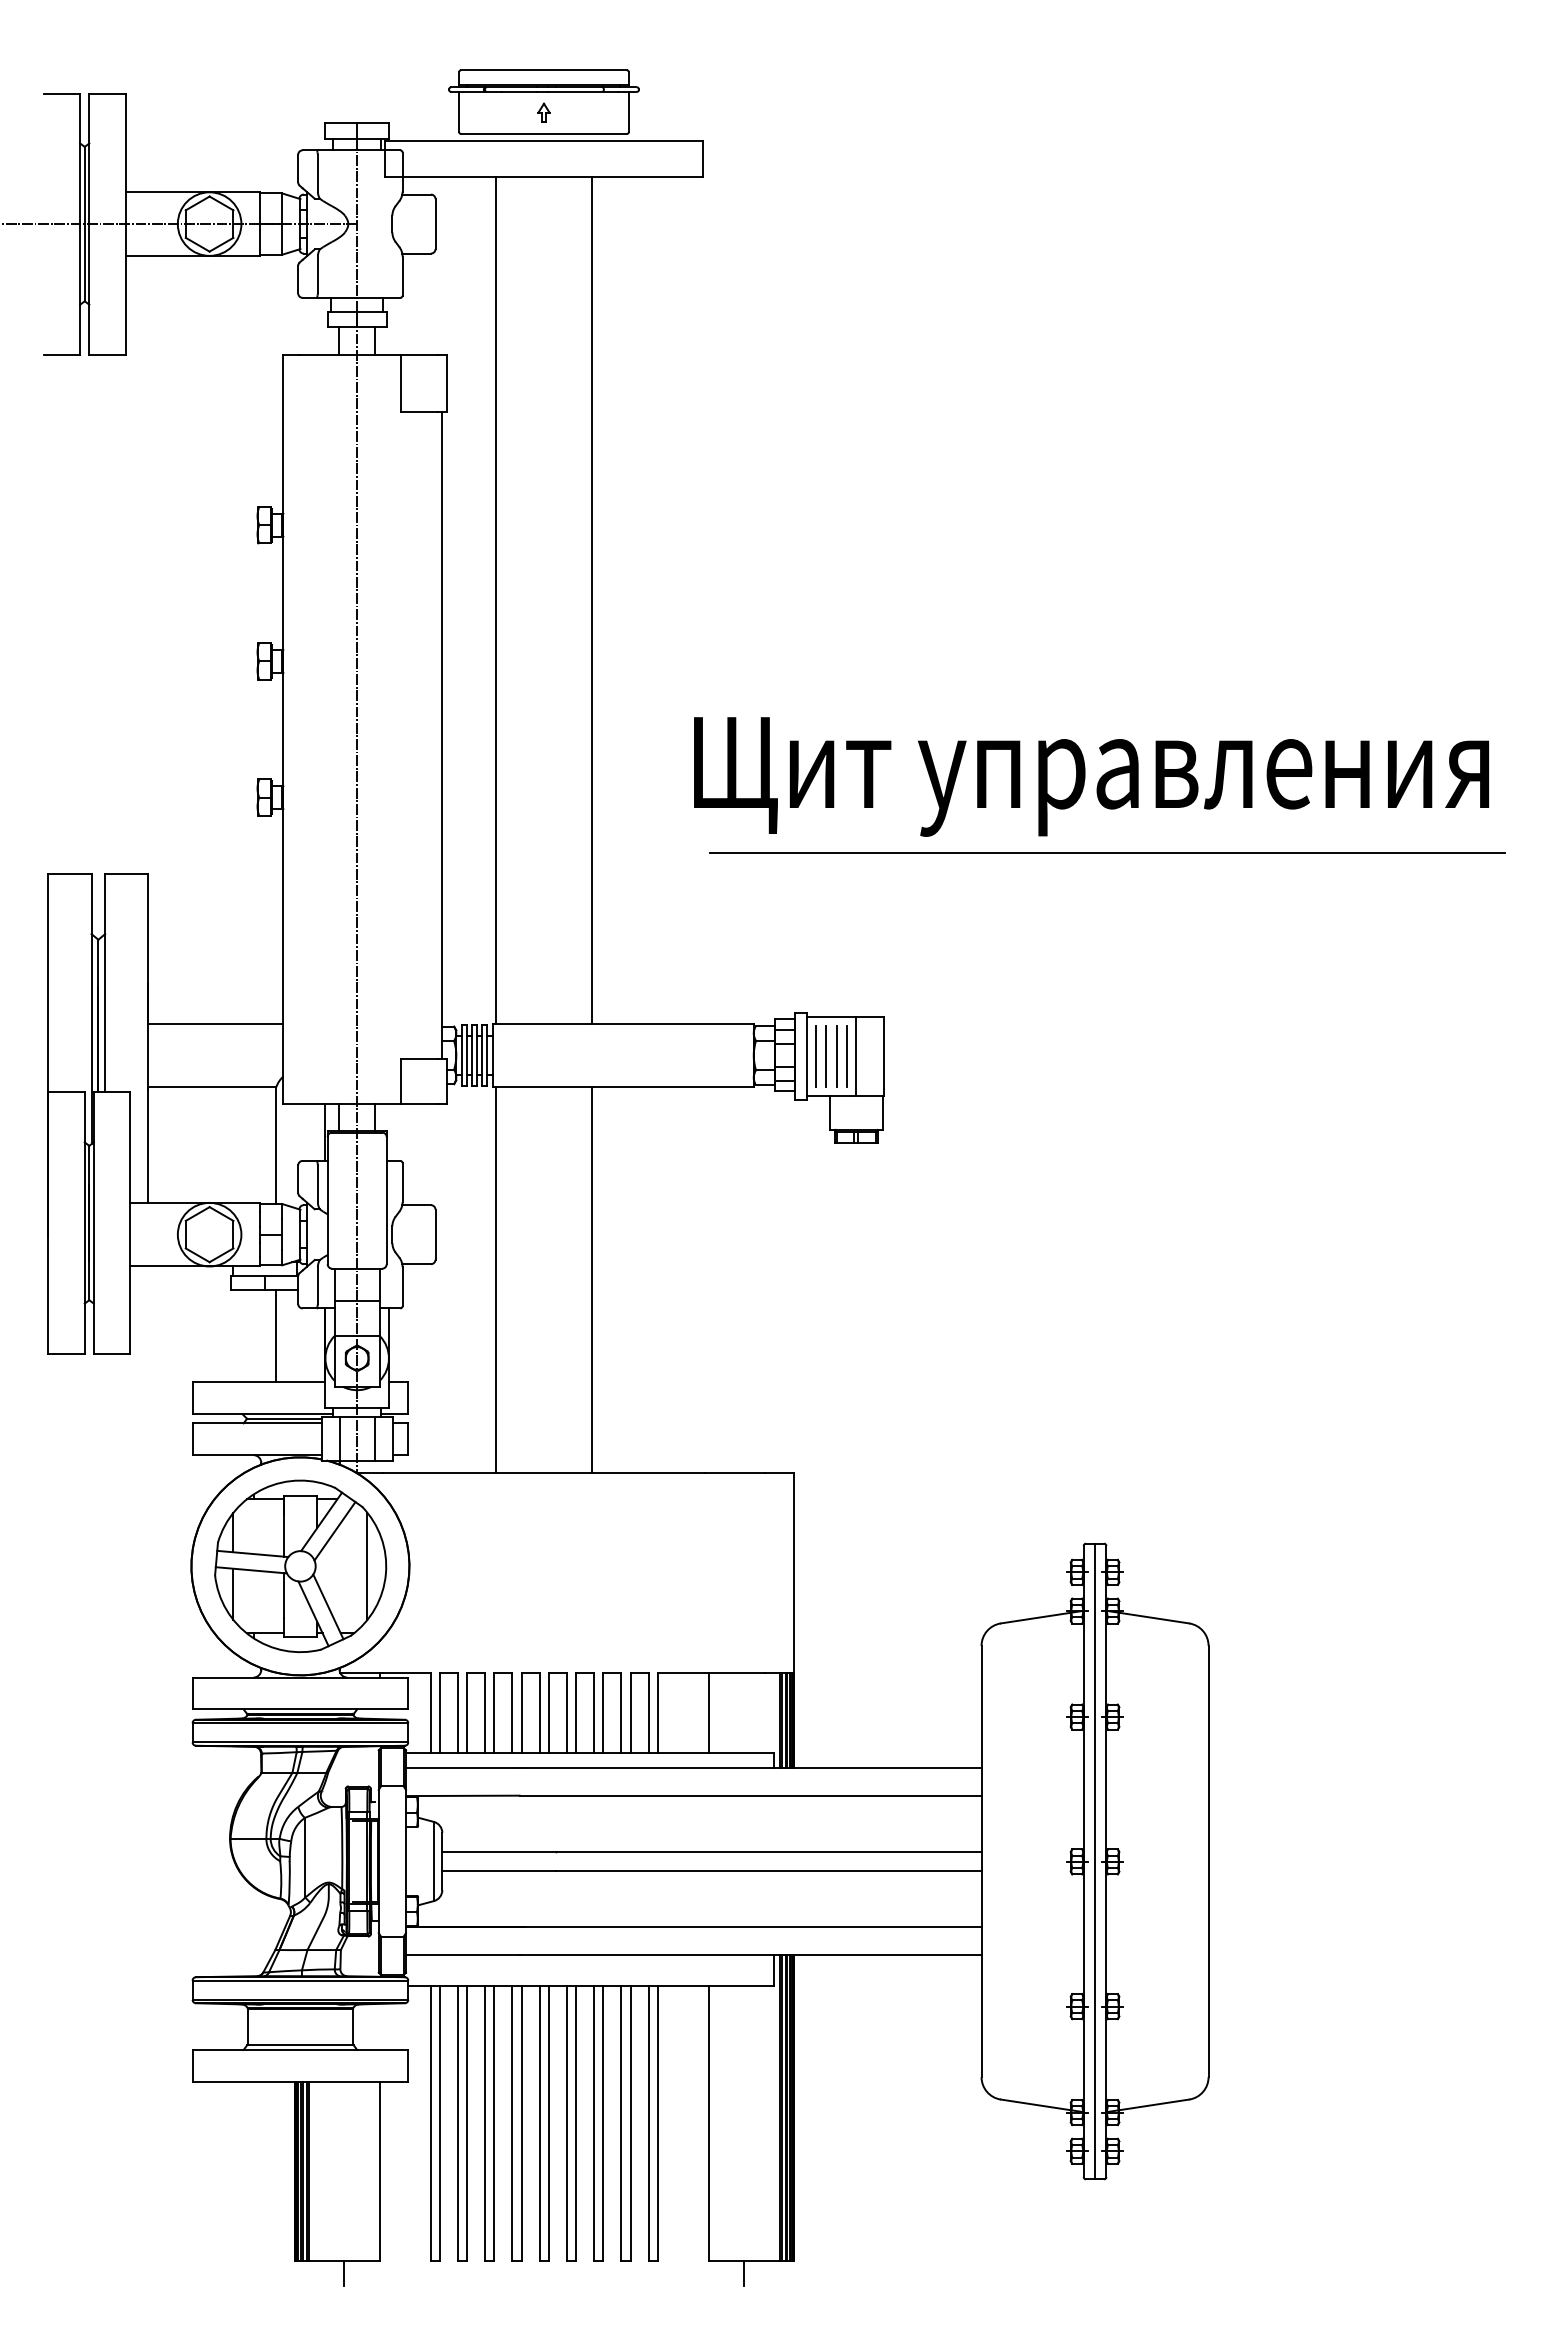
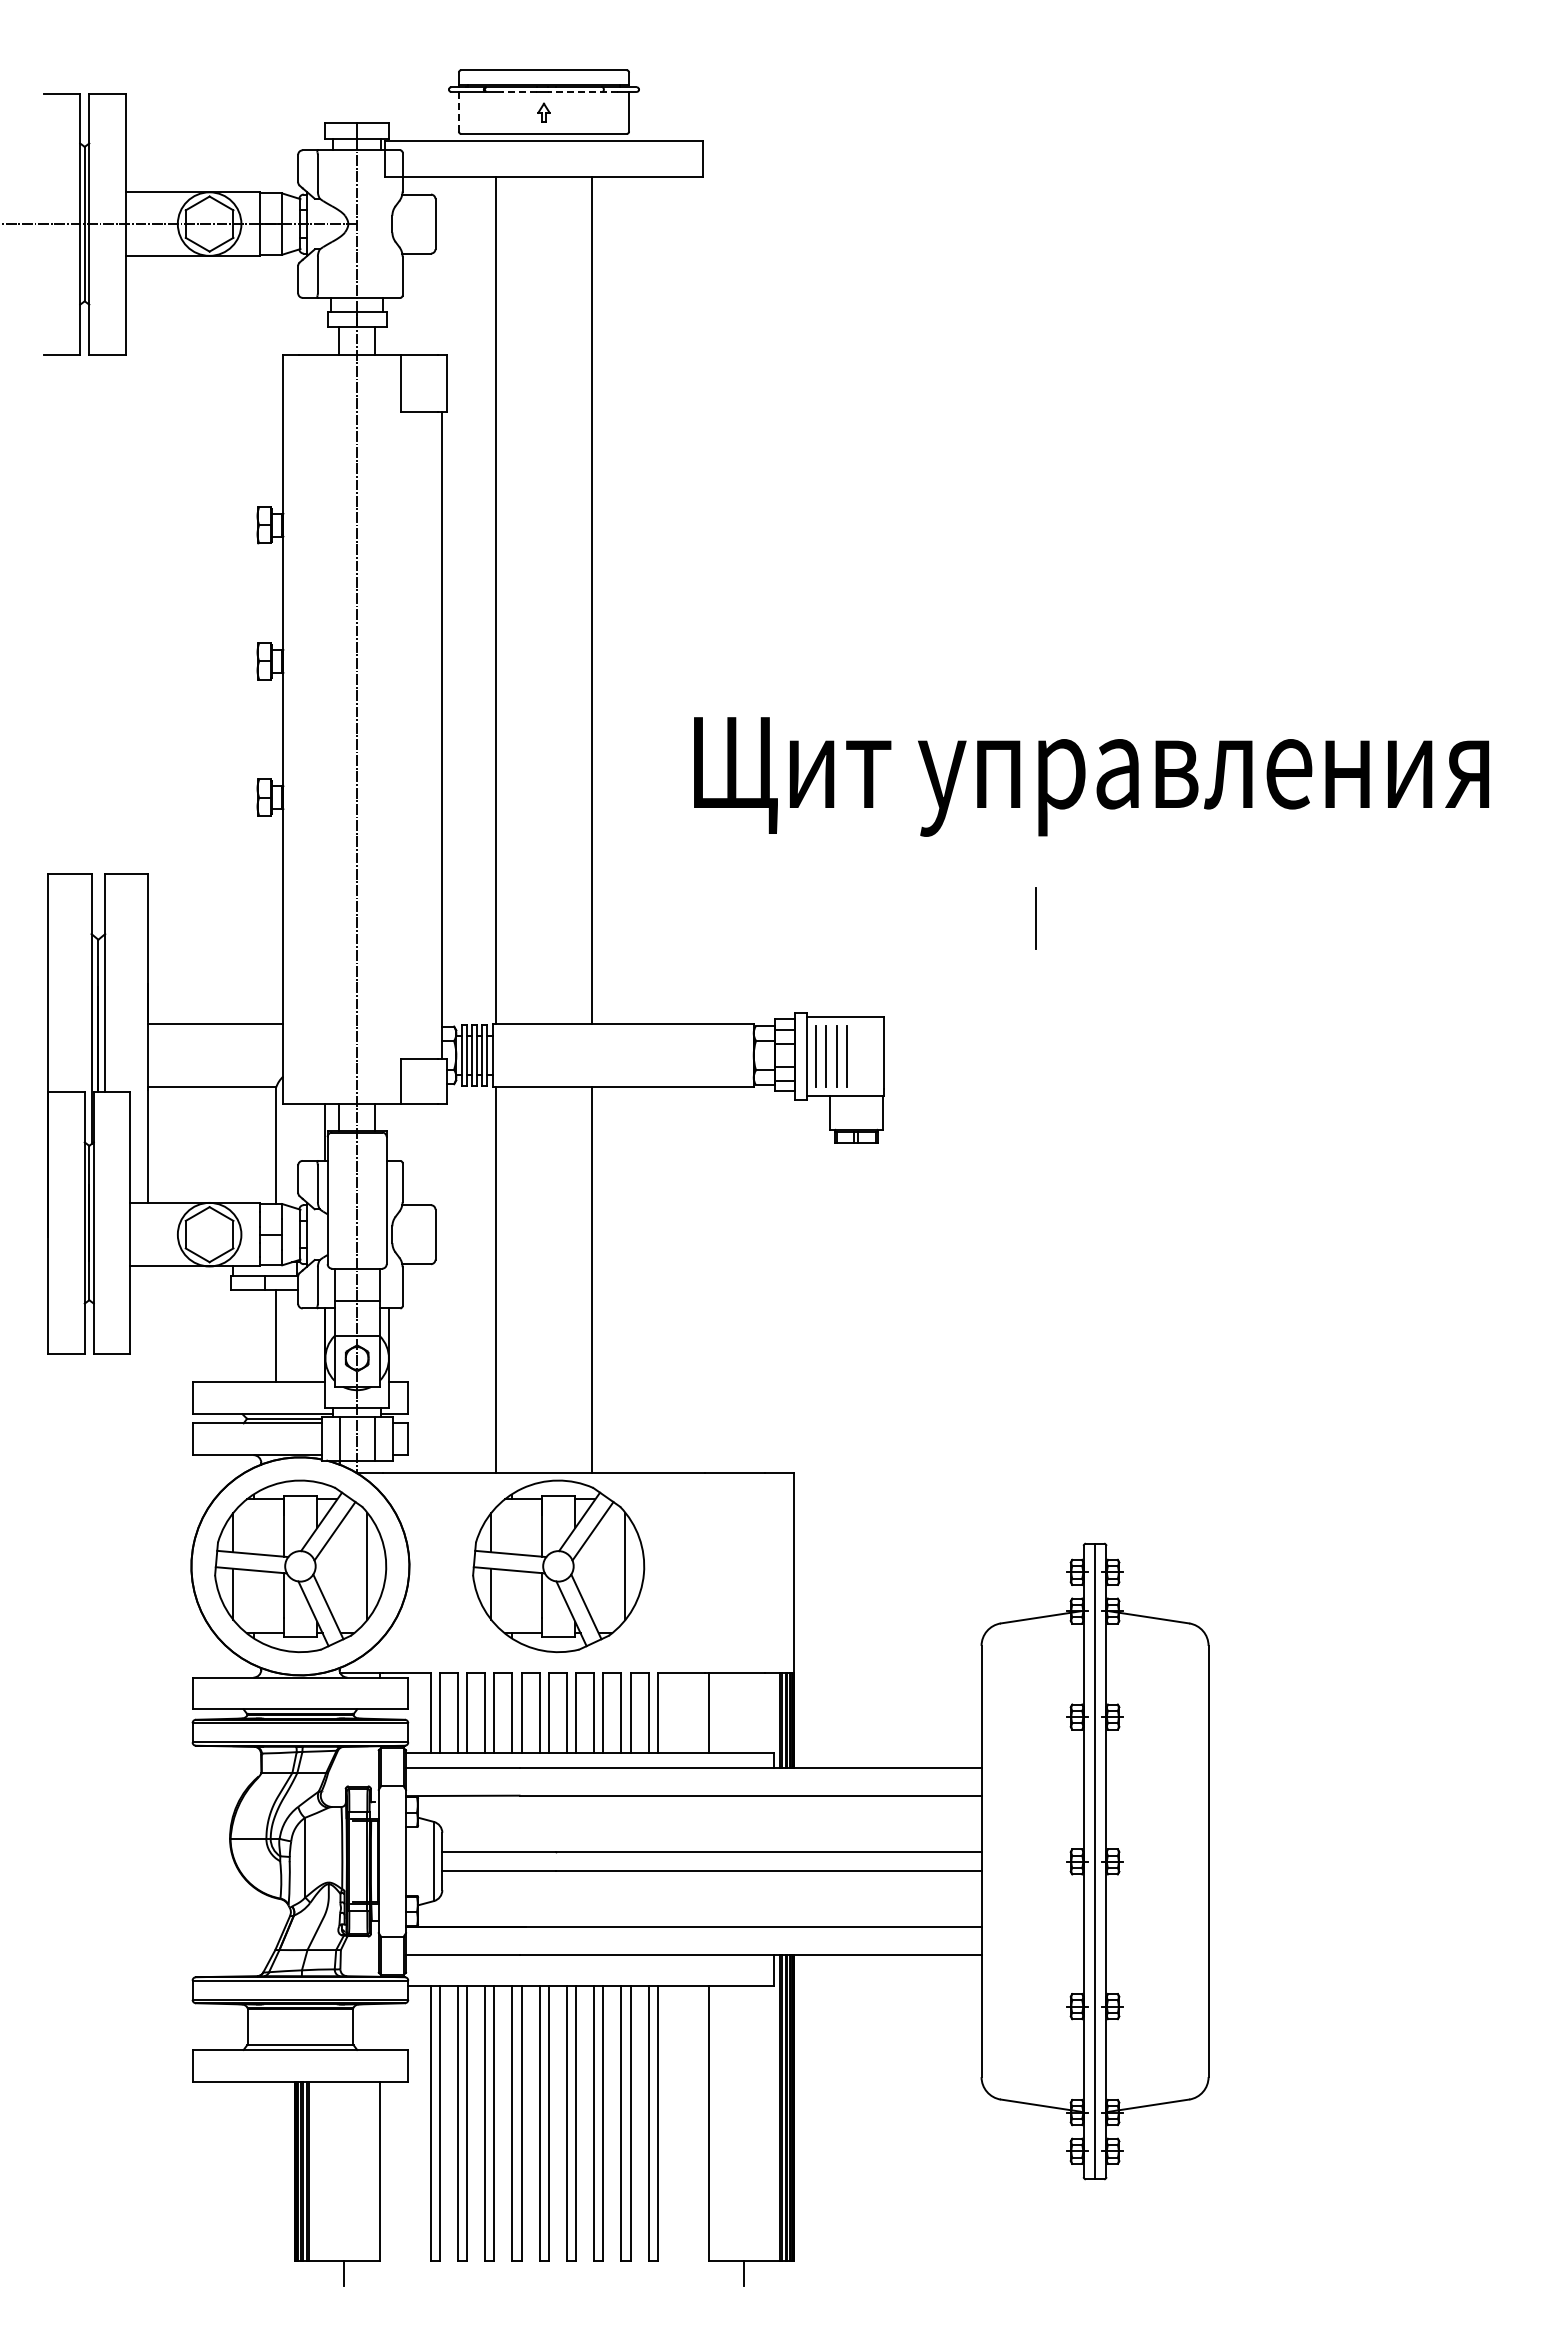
line at (518, 91): solid -> dashed
line at (583, 91): solid -> dashed
line at (458, 111): solid -> dashed
line at (1106, 853): present -> none
line at (1035, 918): none -> present
line at (856, 1056): present -> none
part at (558, 1566): none -> present
